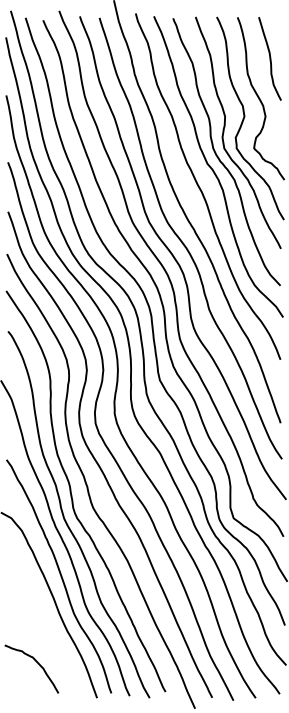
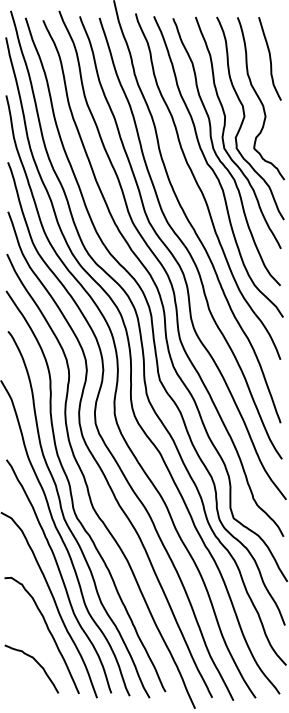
curve at (48, 631): none -> present
